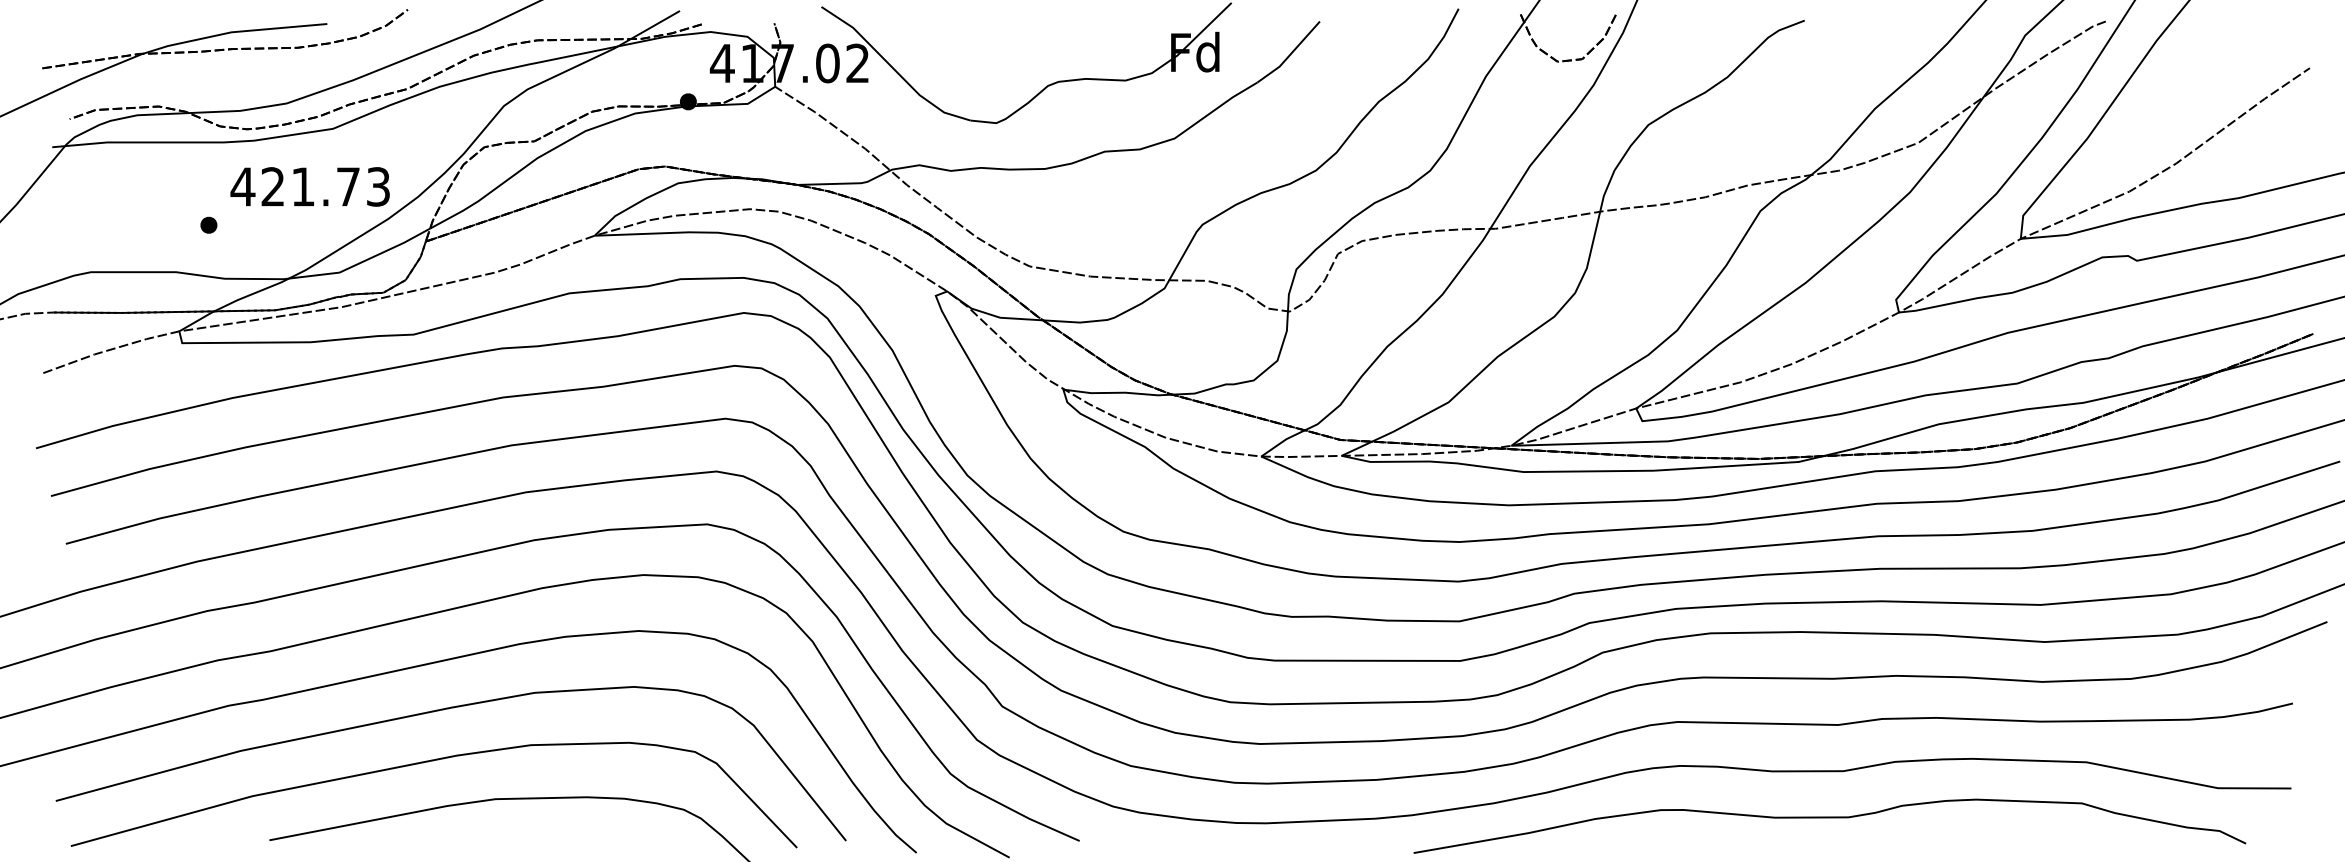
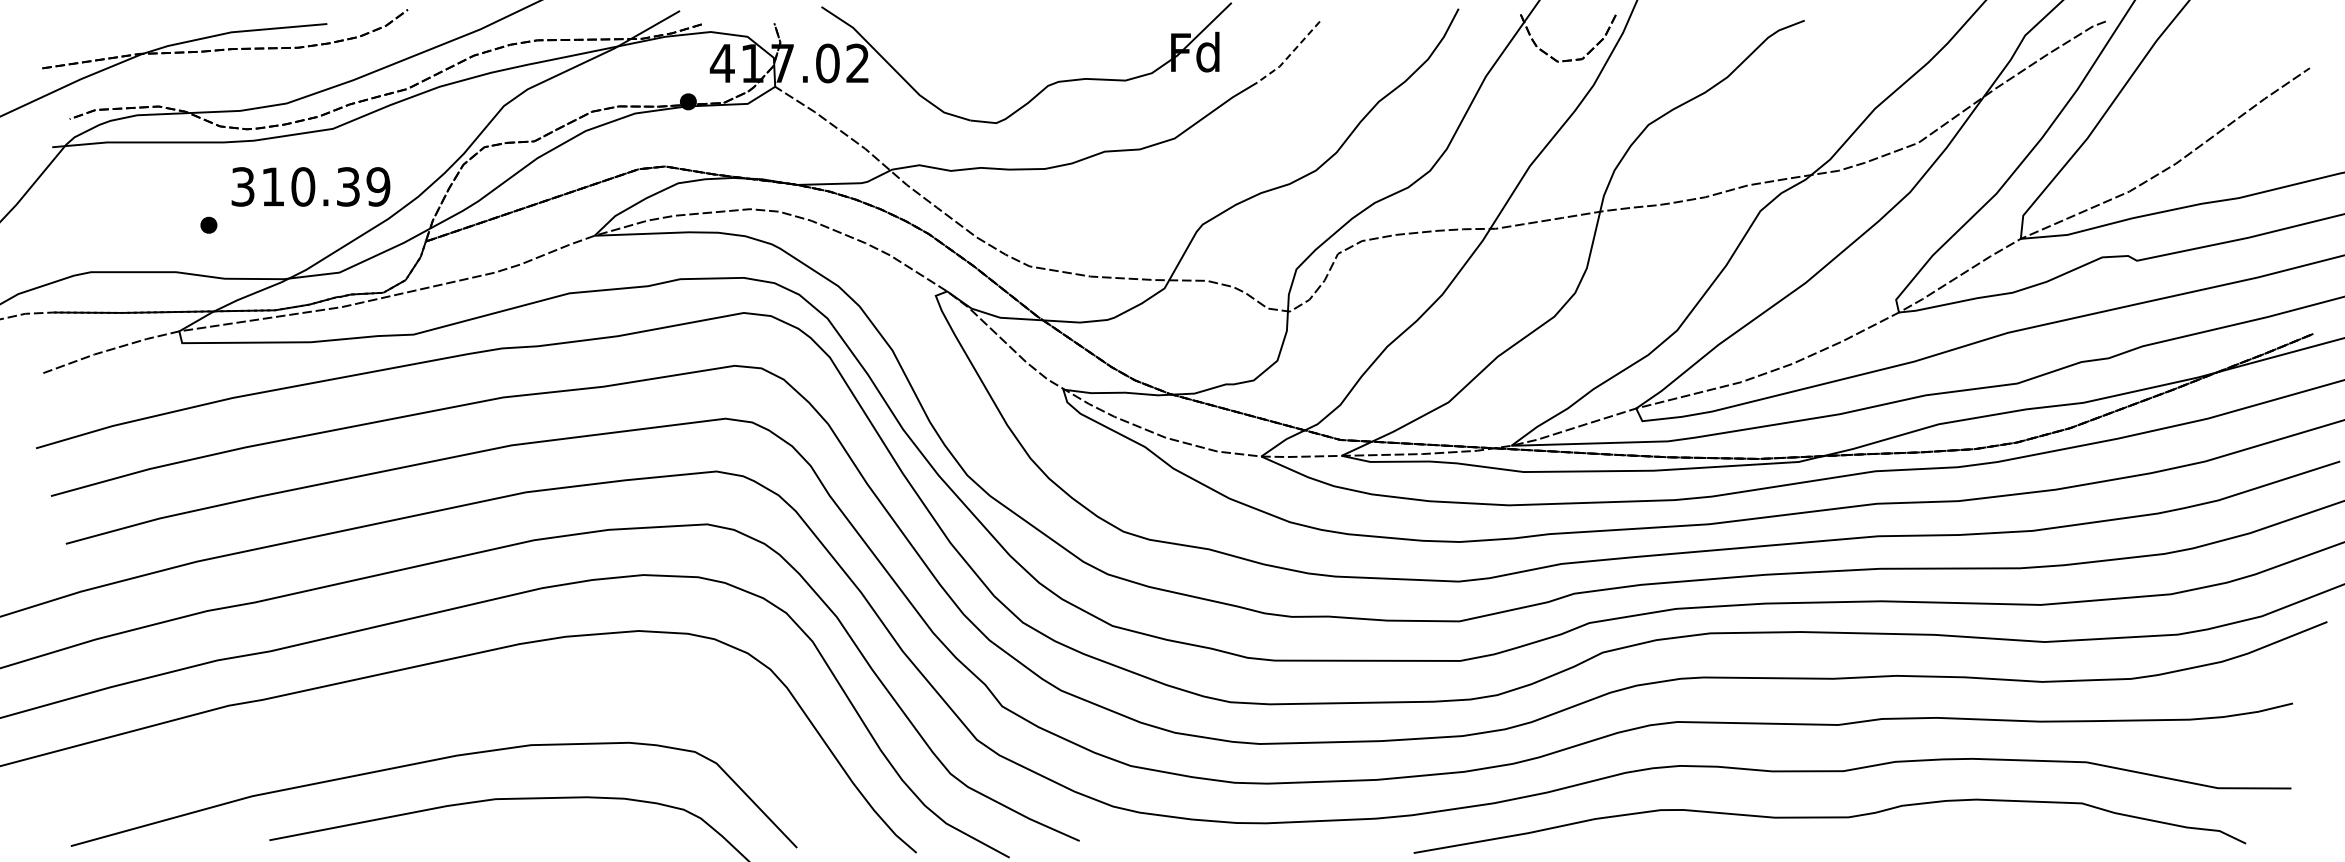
line at (1290, 54): solid -> dashed
text at (310, 186): 421.73 -> 310.39
curve at (438, 711): present -> none
